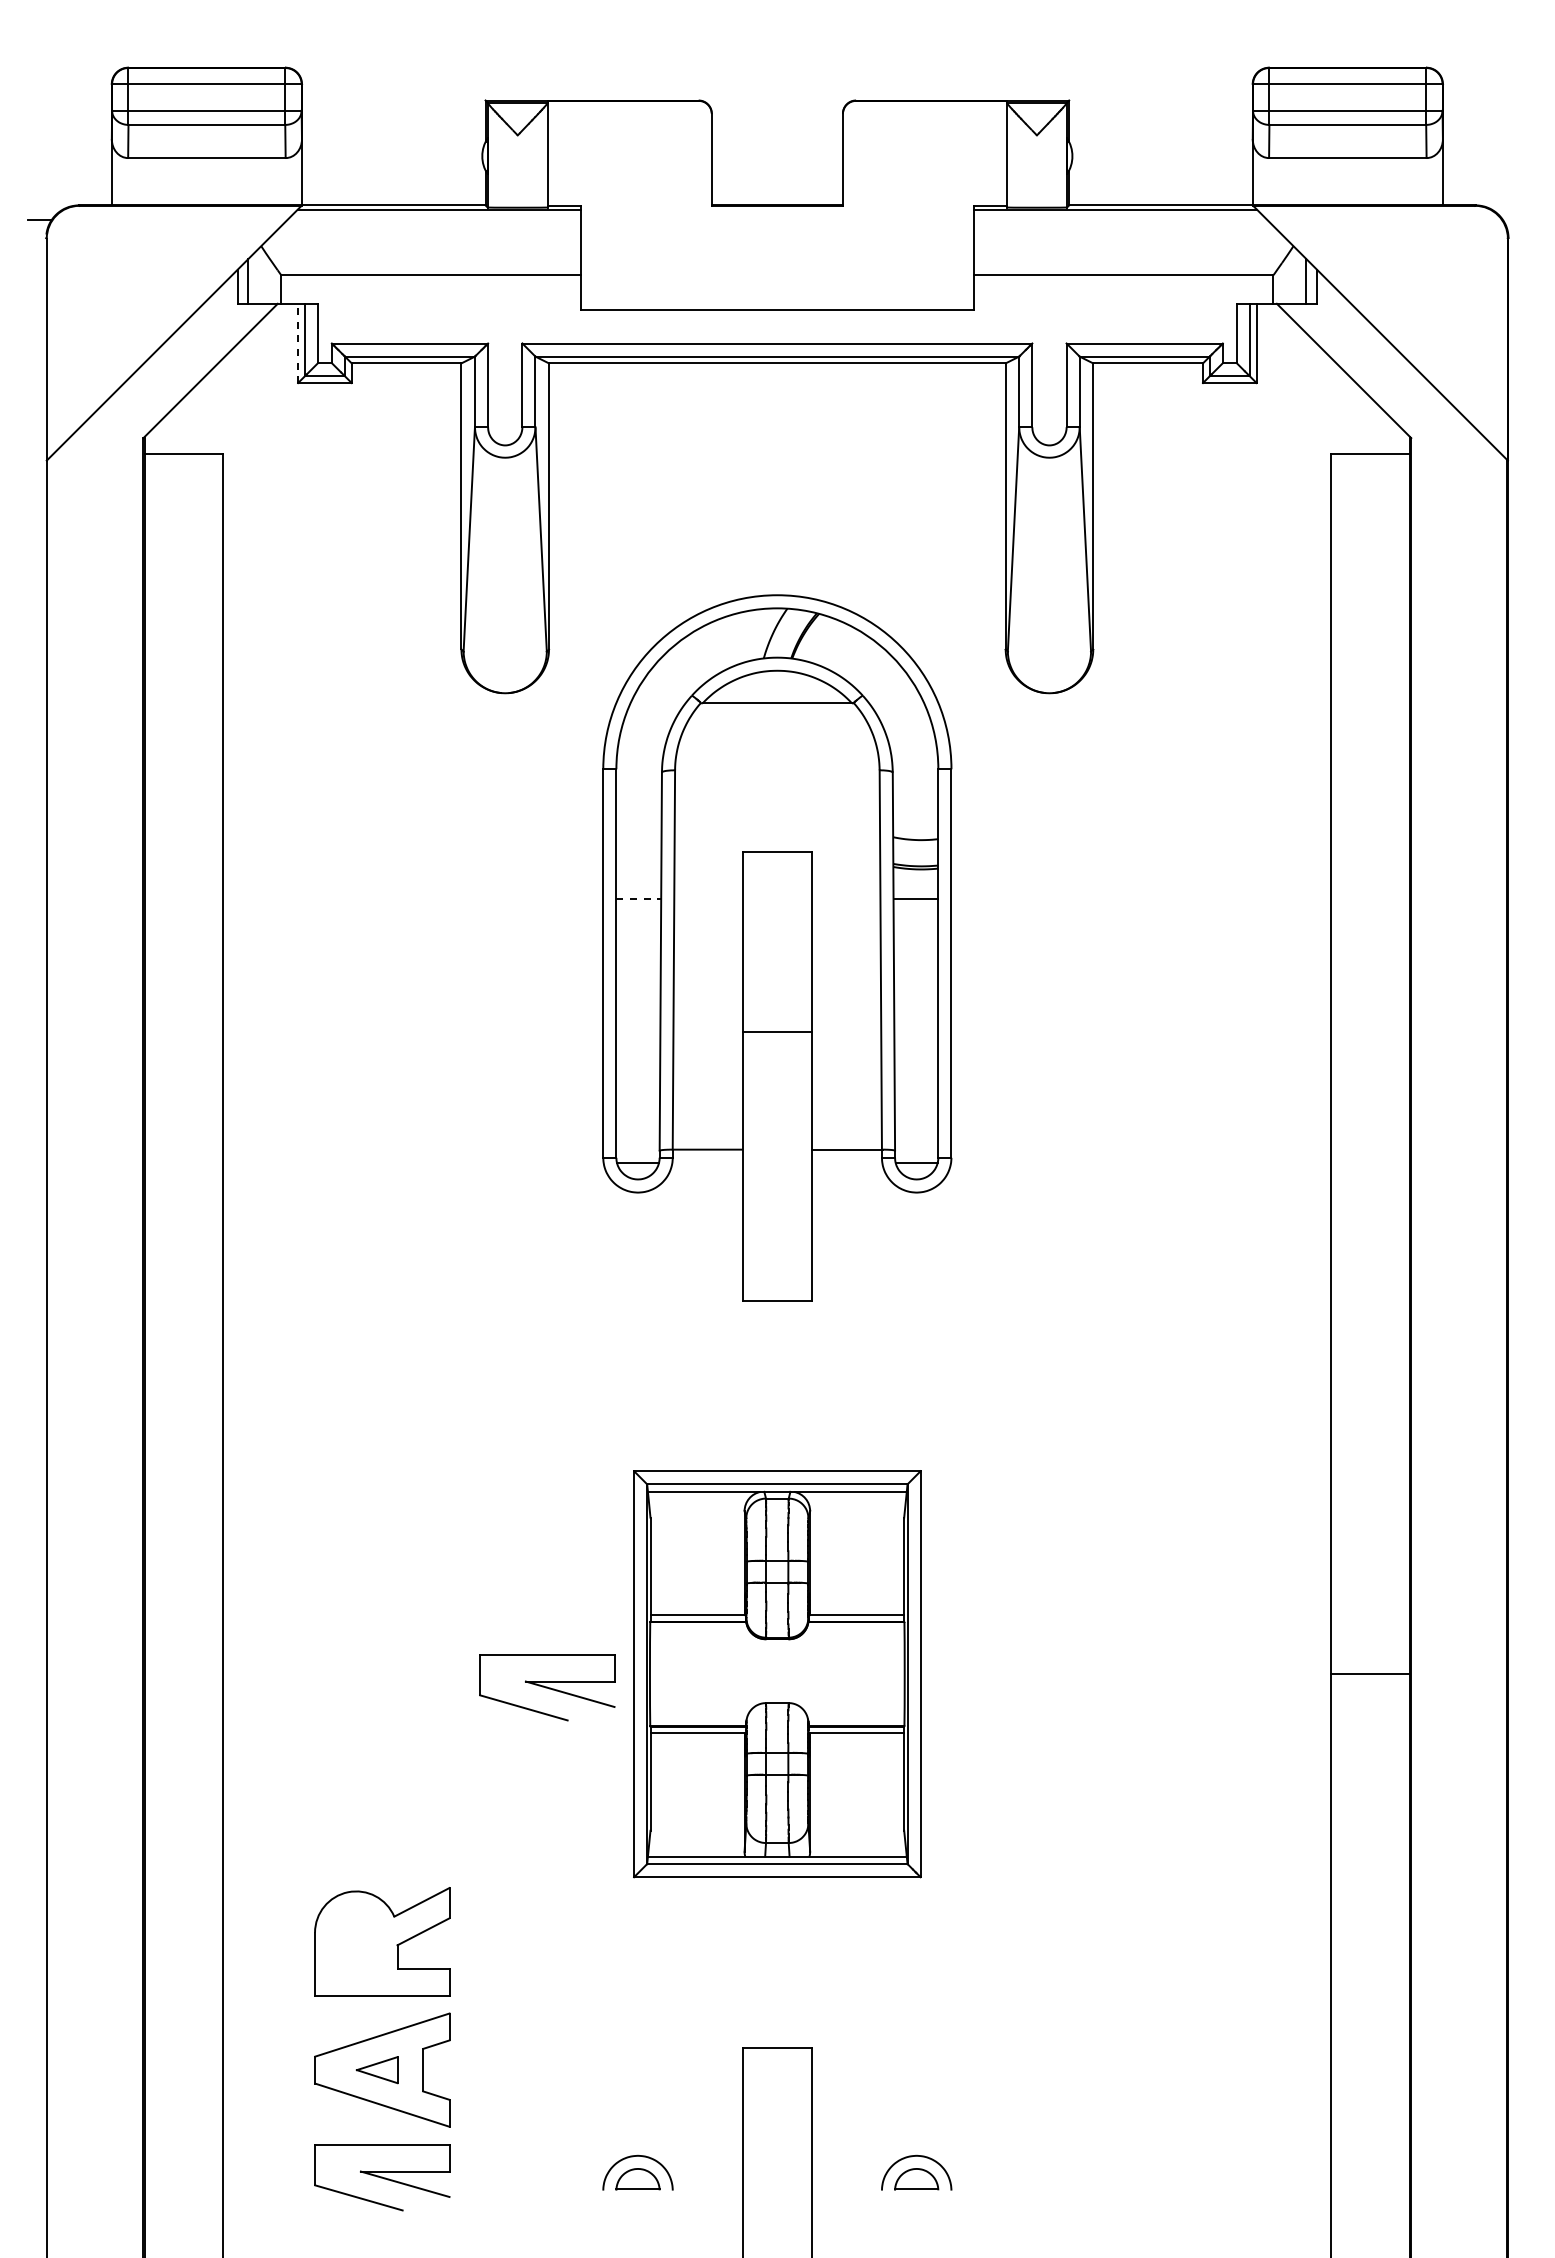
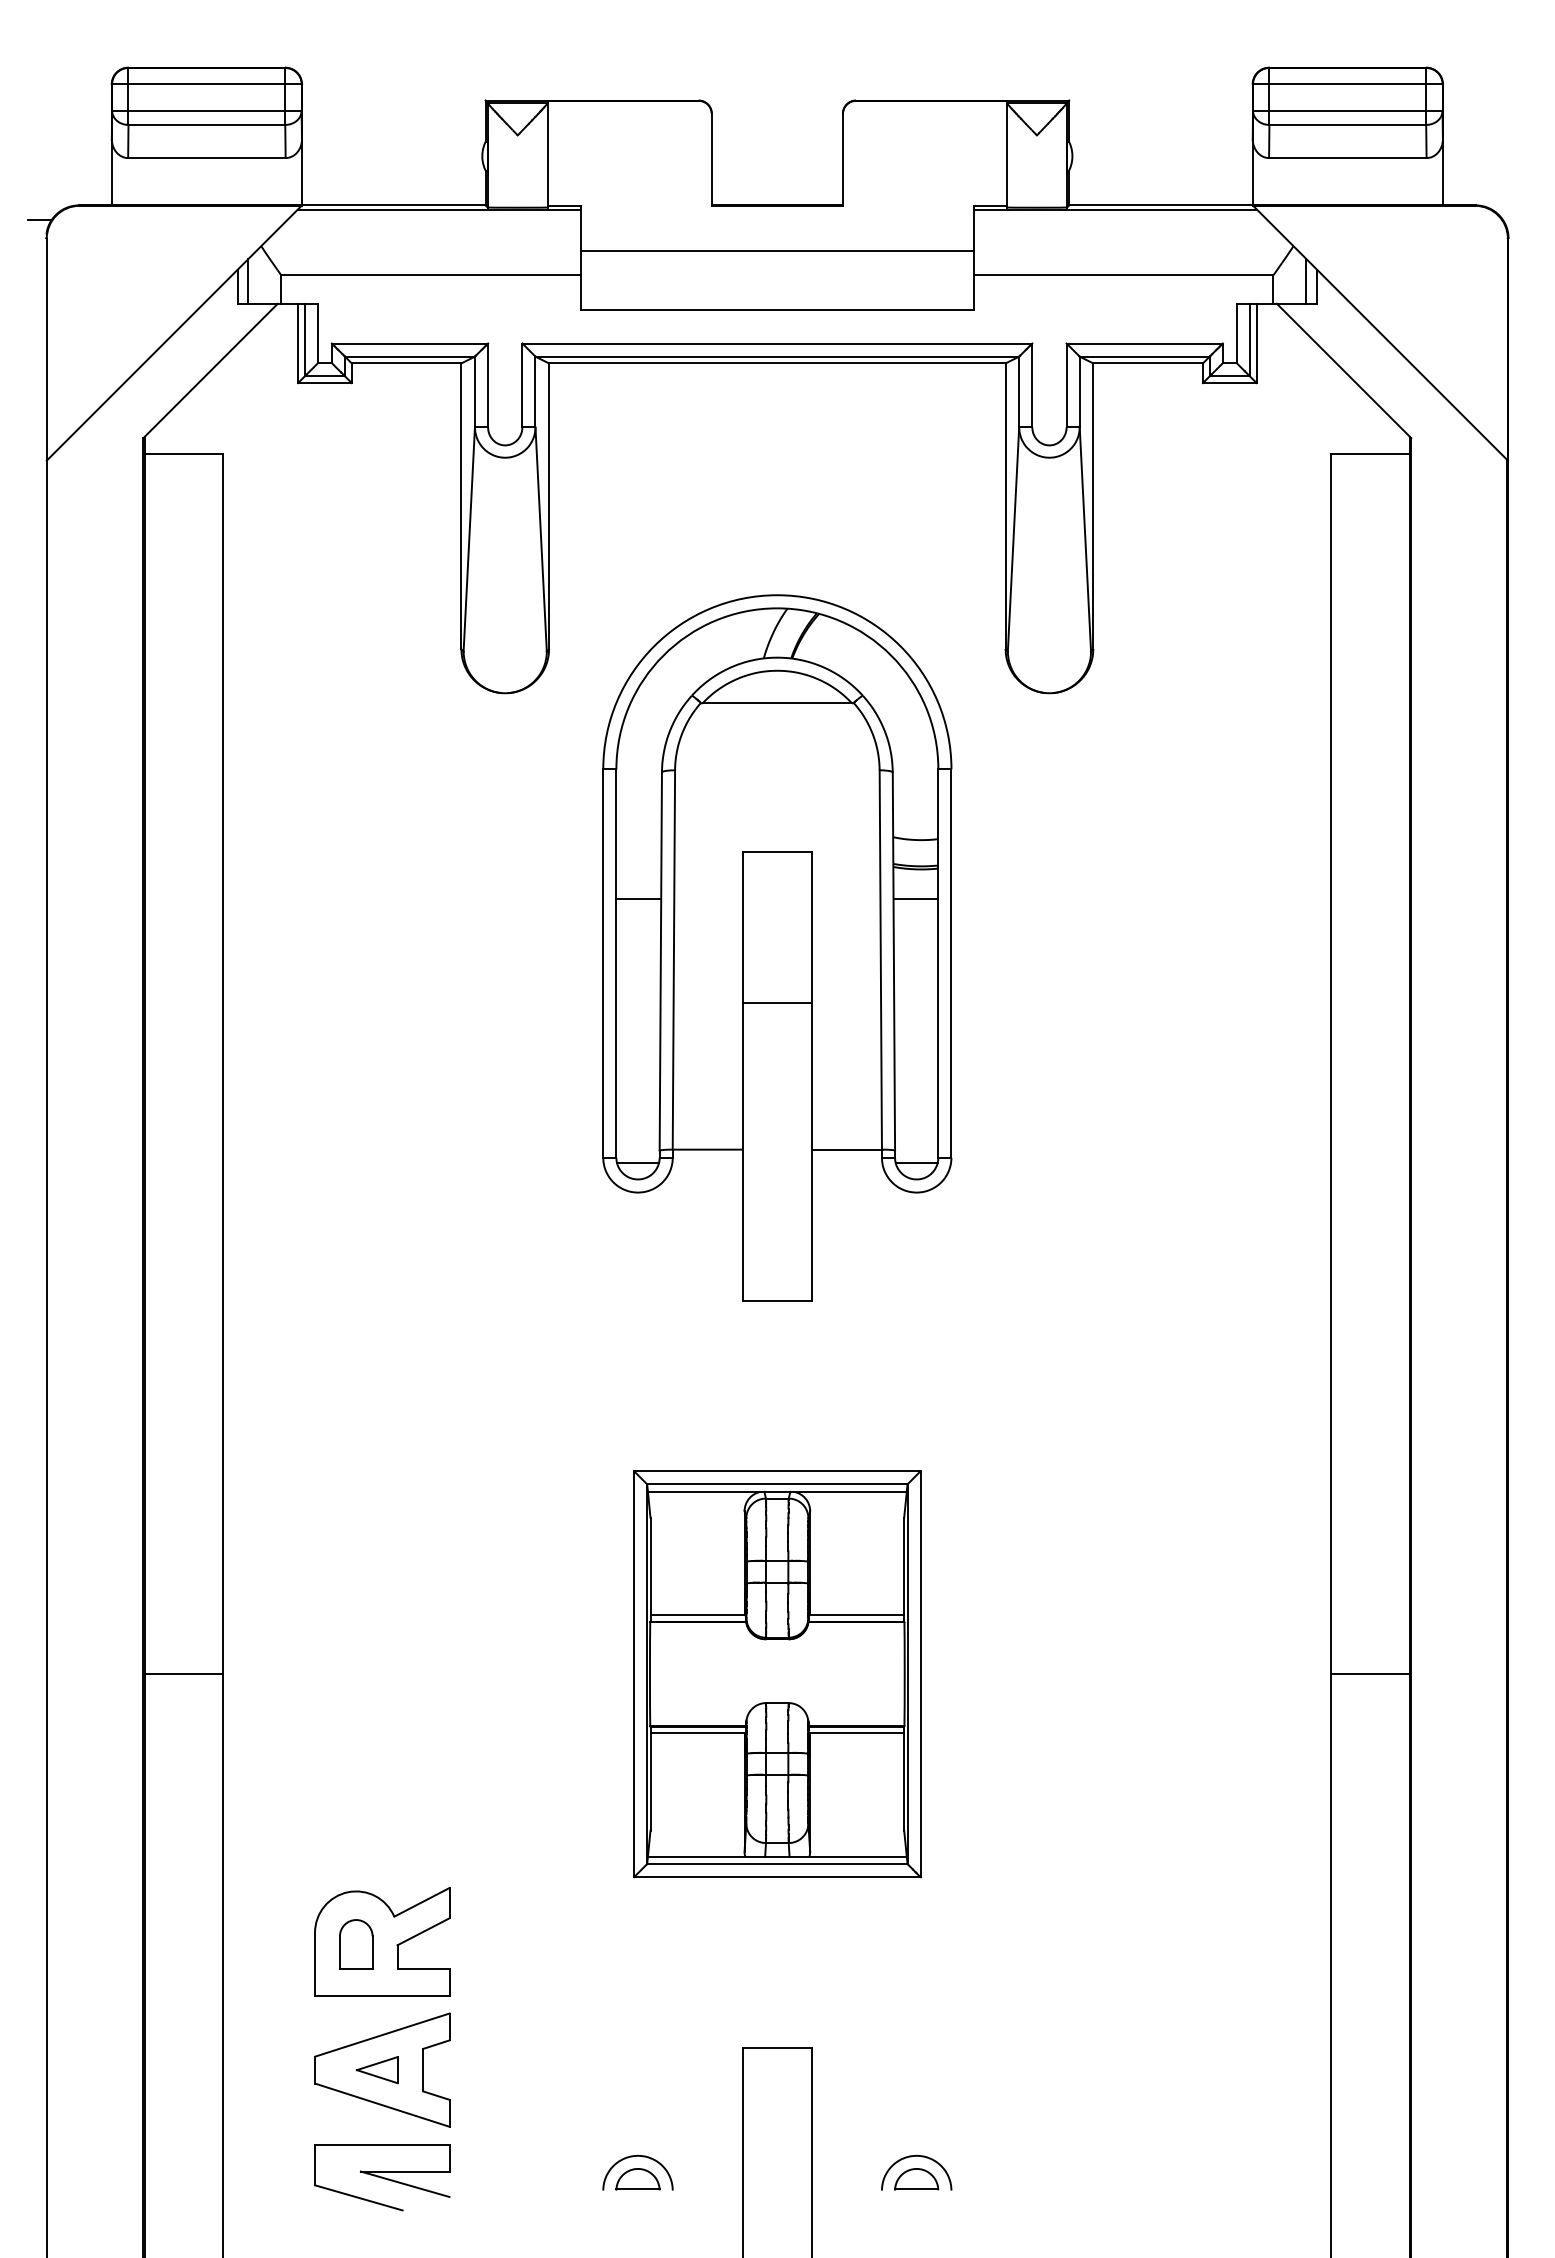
line at (777, 251): none -> present
line at (298, 343): dashed -> solid
line at (639, 898): dashed -> solid
line at (776, 1032) position: (776, 1032) -> (776, 1003)
line at (183, 1674): none -> present
part at (547, 1687): present -> none
part at (356, 1944): none -> present
